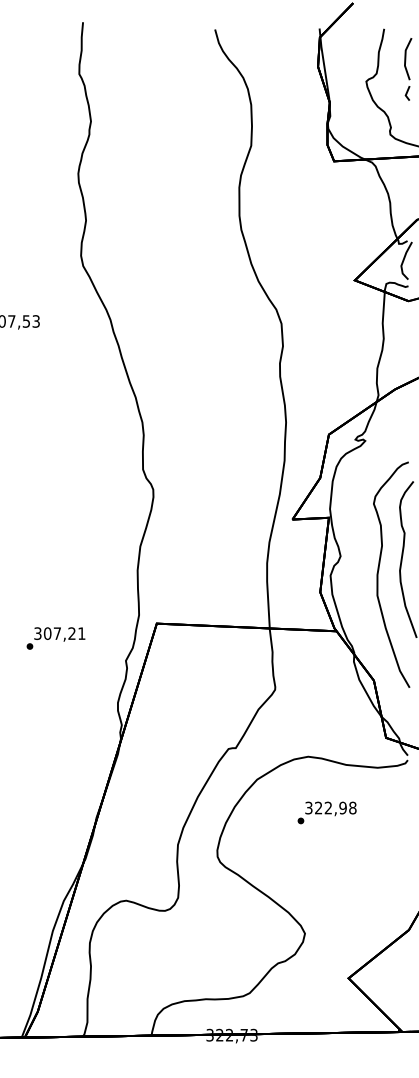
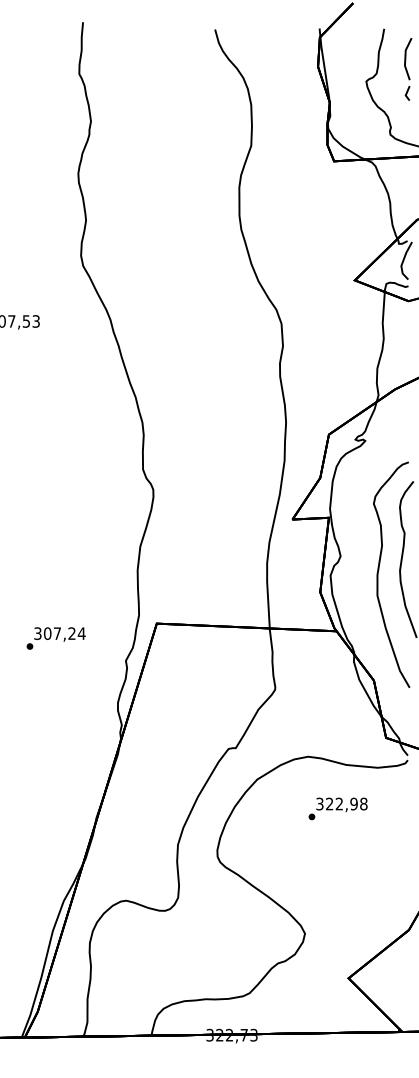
text at (81, 633): 307,21 -> 307,24
text at (326, 812) position: (326, 812) -> (337, 808)
